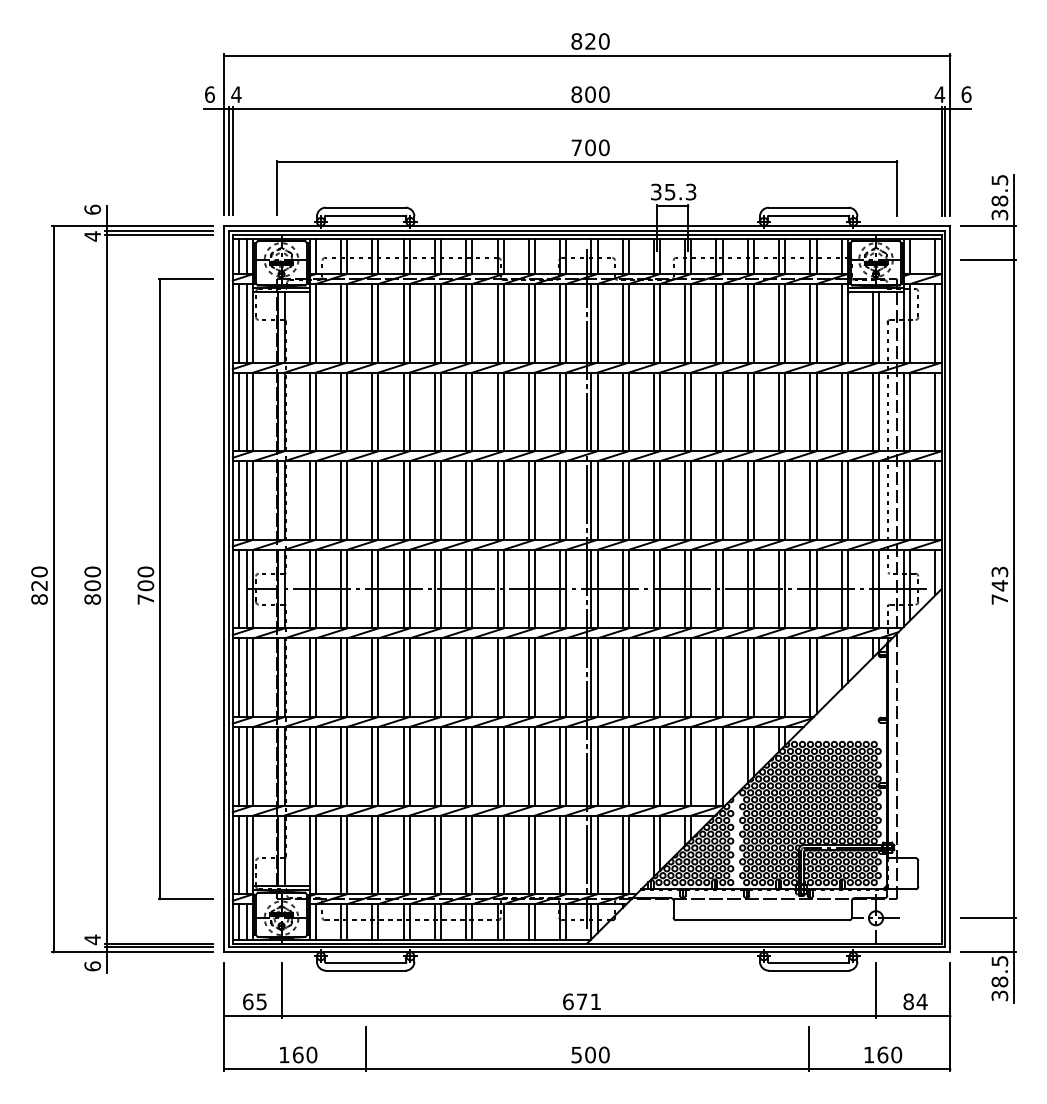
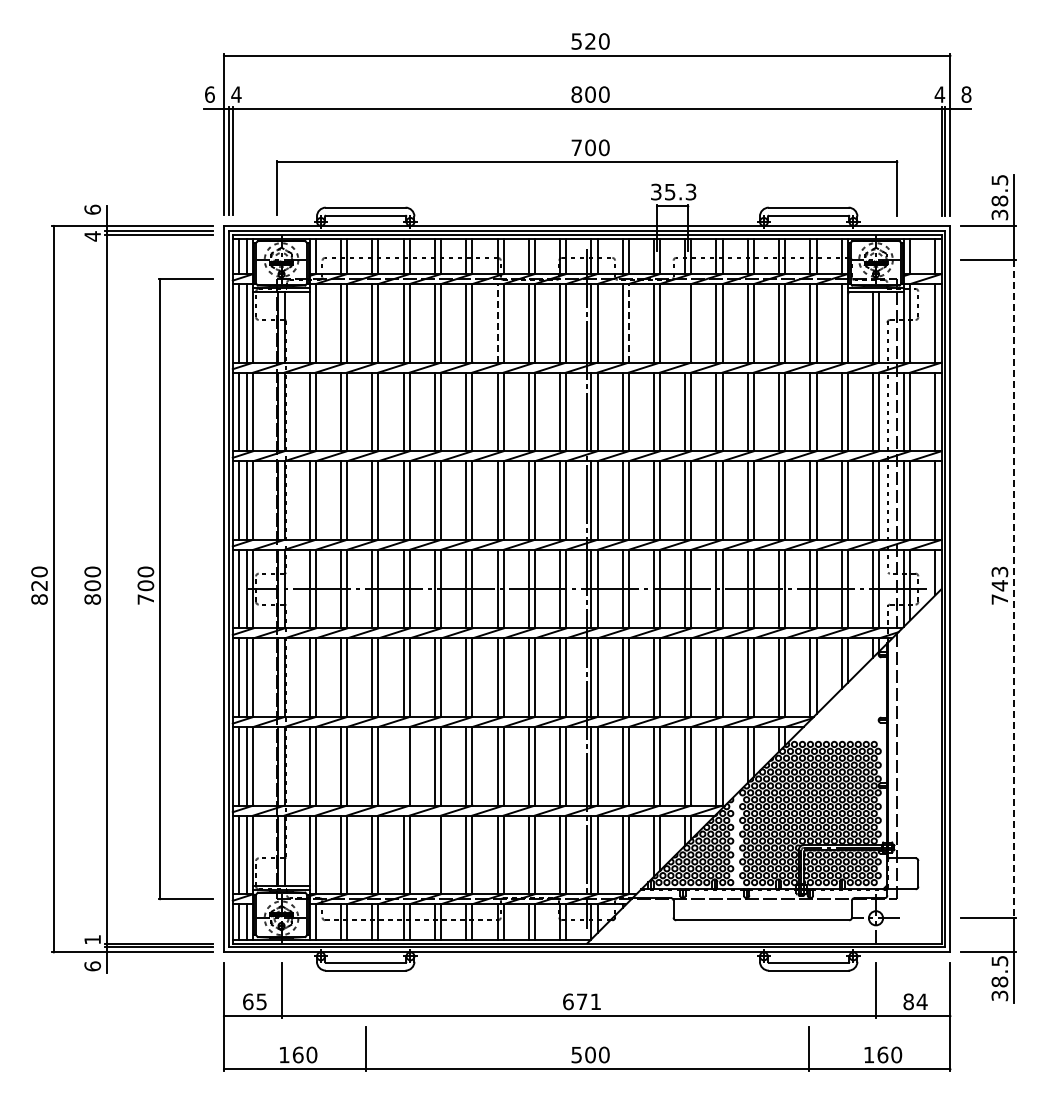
text at (576, 41): 820 -> 520
text at (966, 94): 6 -> 8
line at (497, 322): solid -> dashed
line at (628, 322): solid -> dashed
line at (685, 323): present -> none
line at (1014, 589): solid -> dashed
line at (403, 766): present -> none
line at (434, 854): present -> none
text at (92, 939): 4 -> 1
